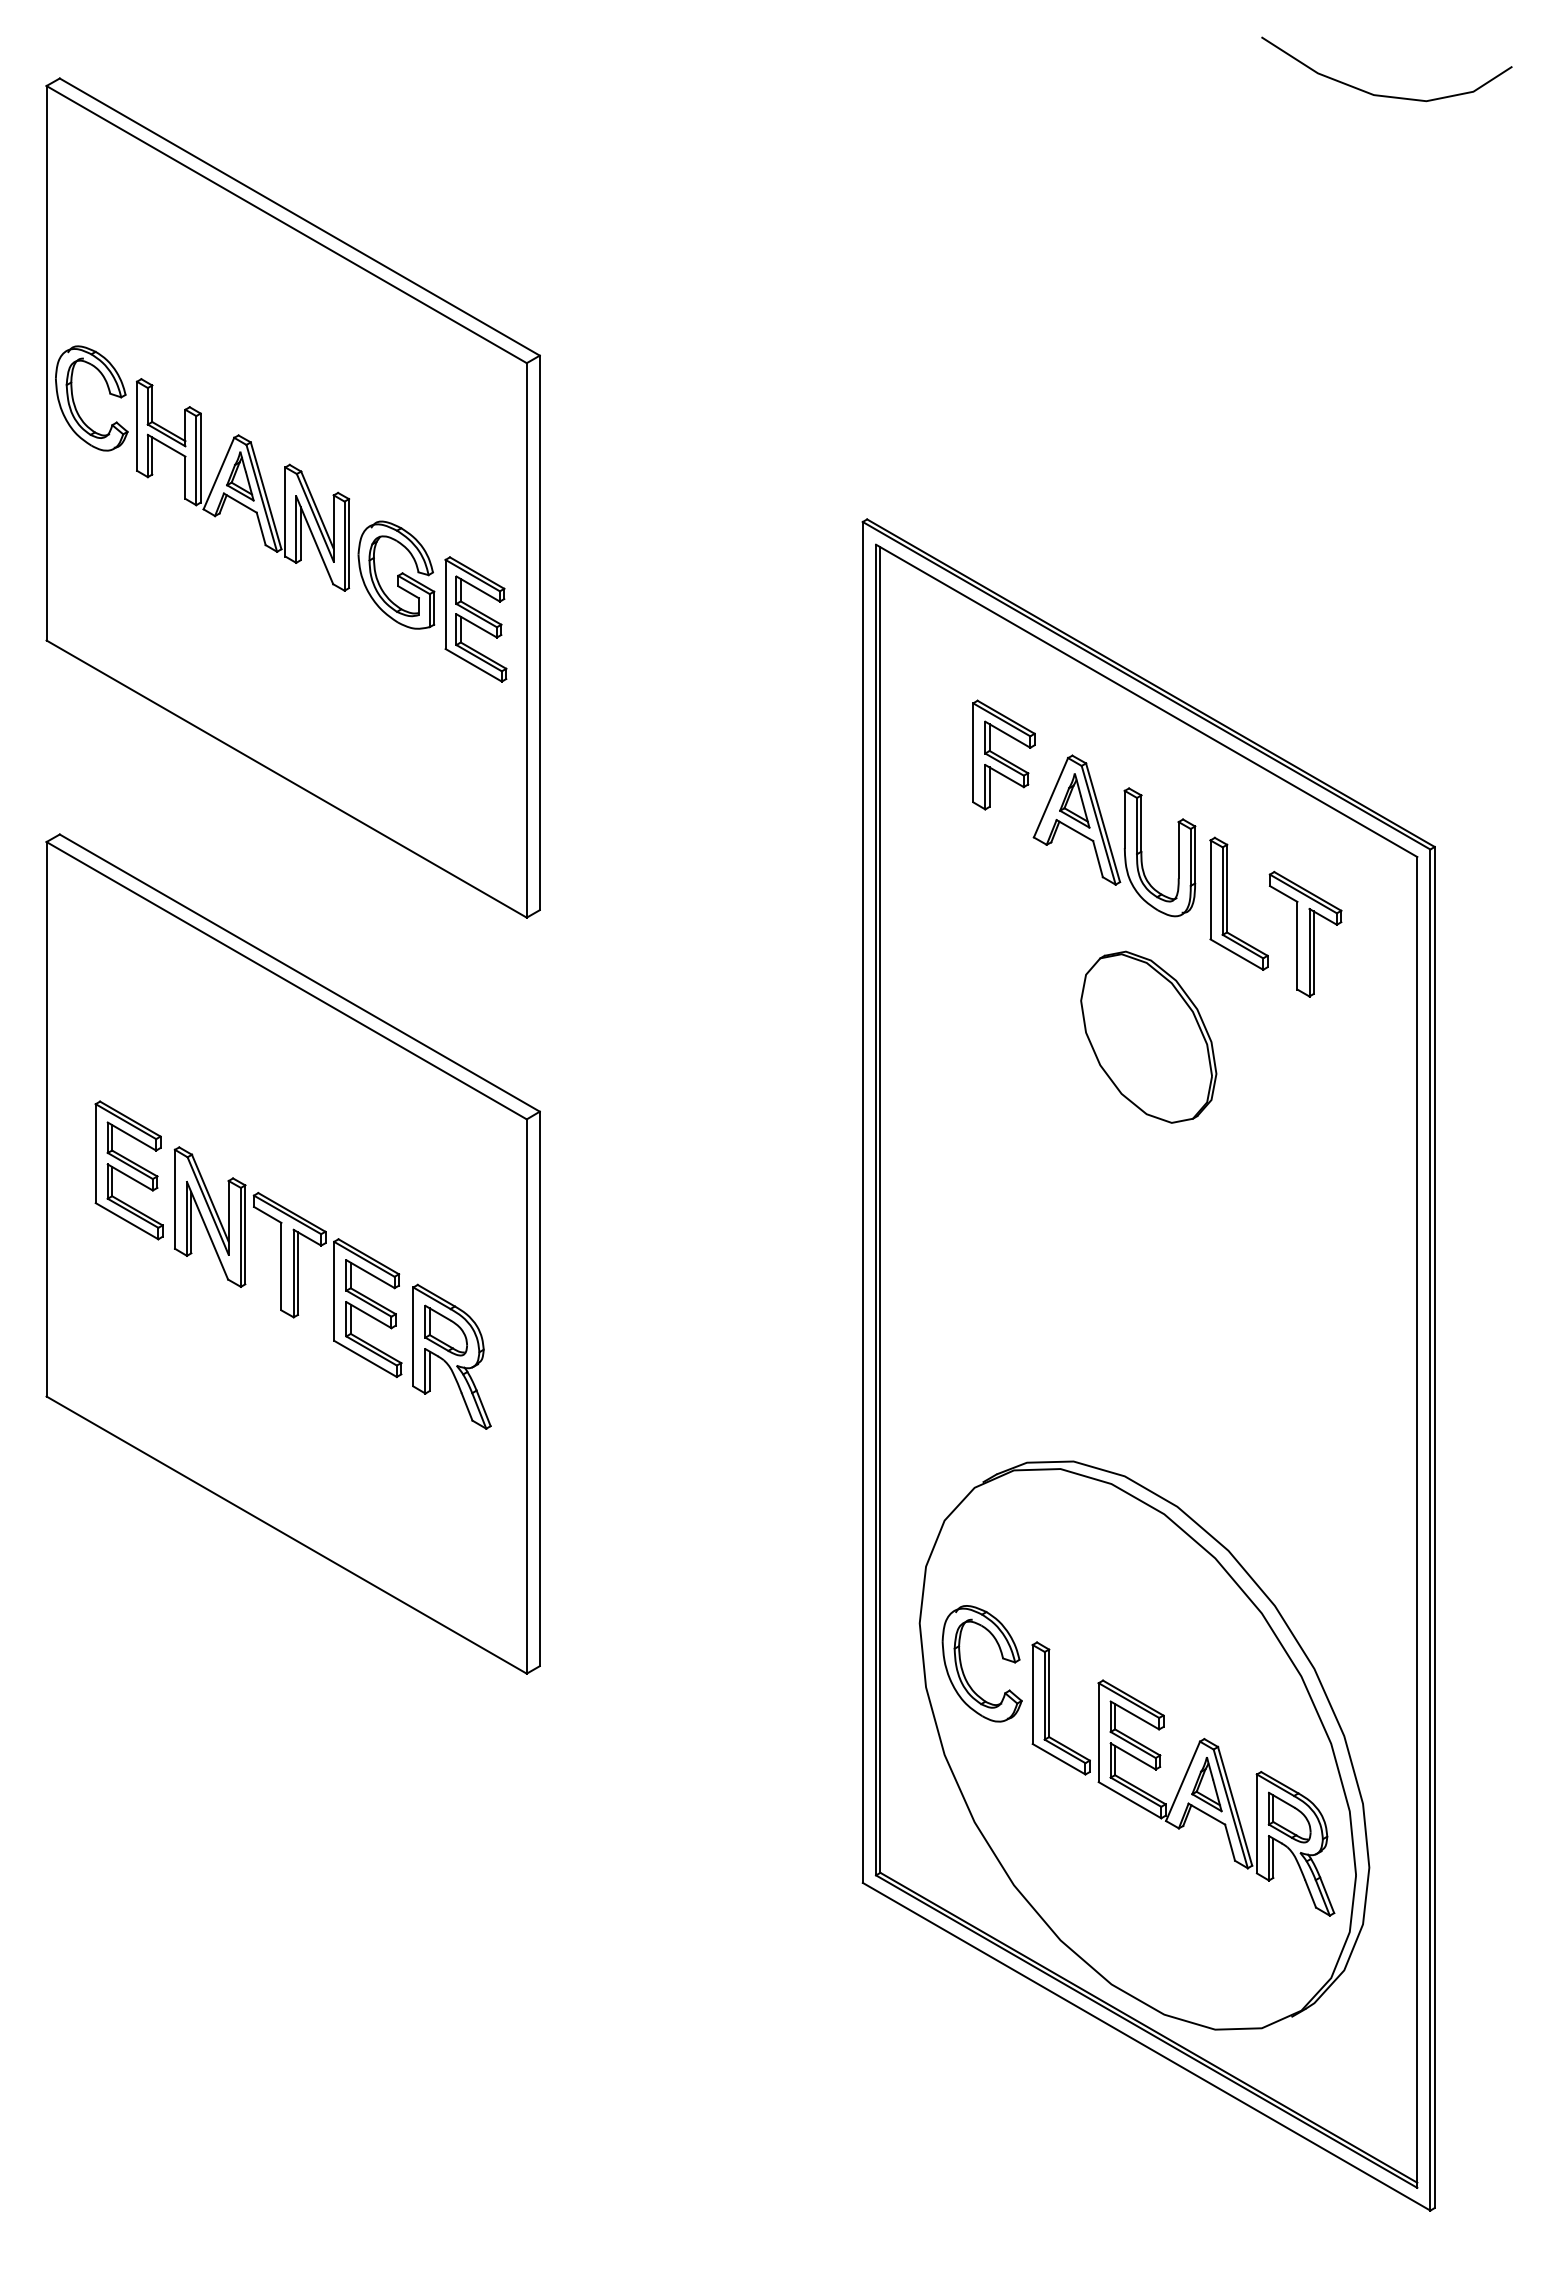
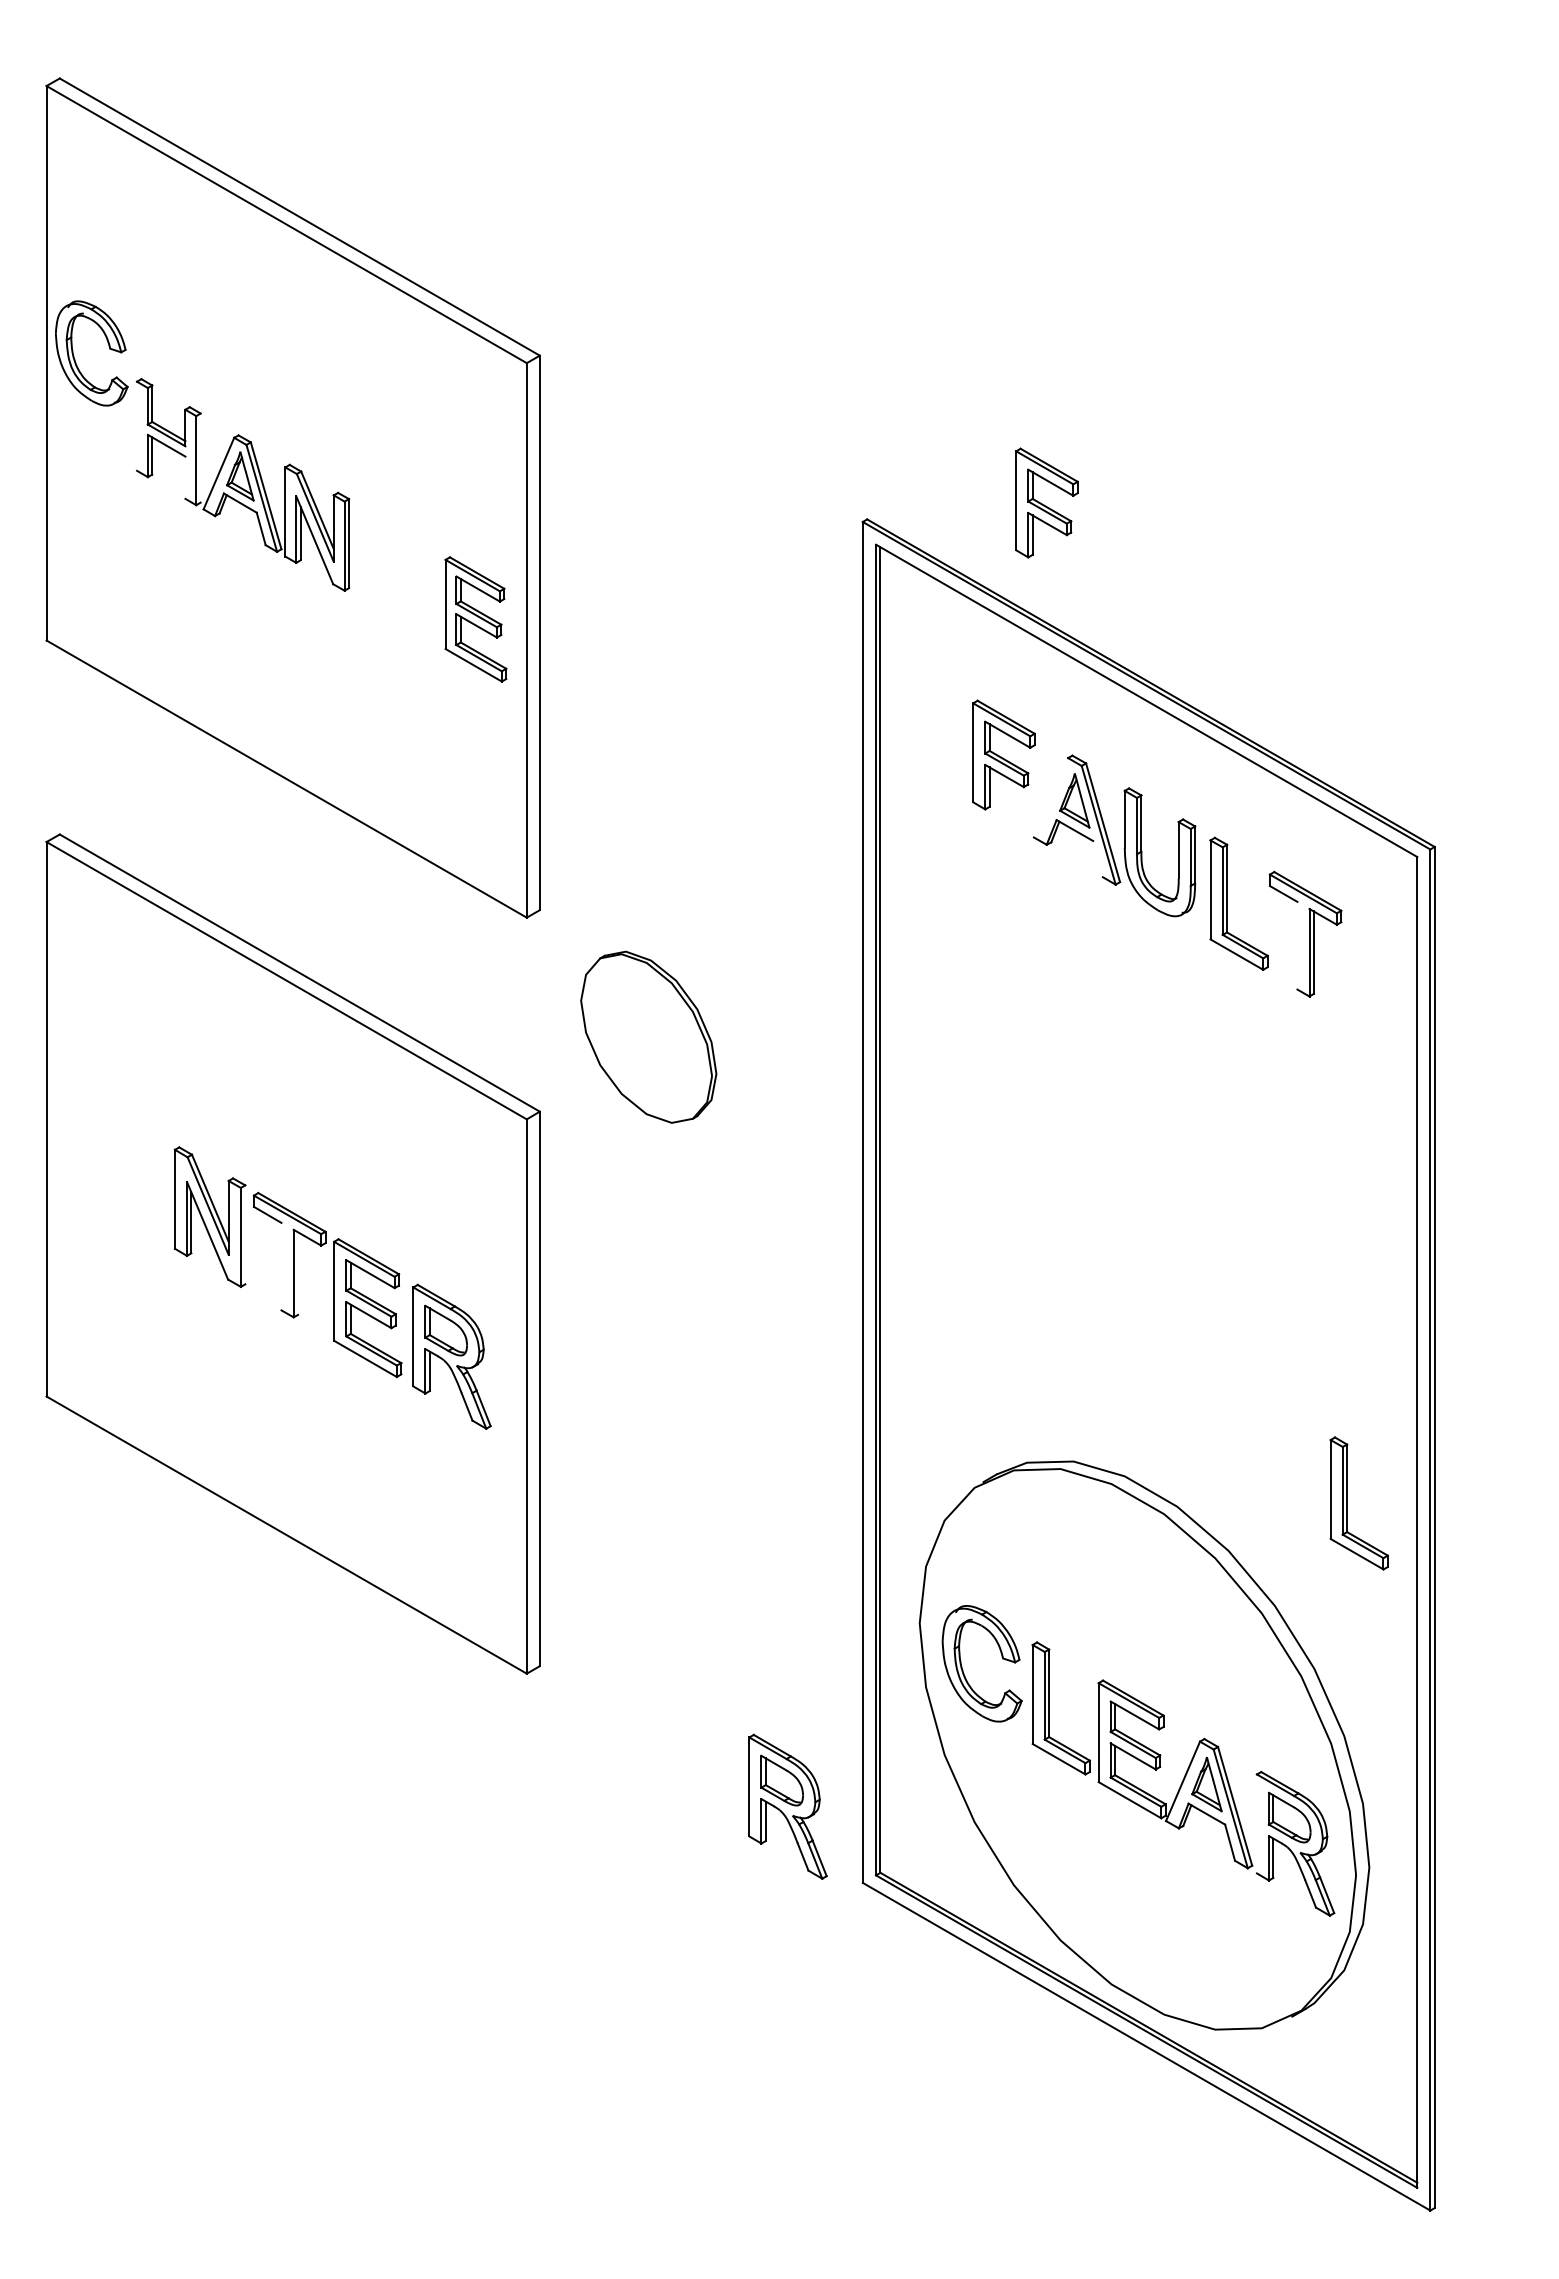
curve at (1379, 94): present -> none
part at (75, 404) position: (75, 404) -> (75, 359)
line at (137, 425): present -> none
line at (200, 457): present -> none
line at (185, 477): present -> none
part at (1046, 502): none -> present
part at (396, 574): present -> none
line at (1050, 797): present -> none
line at (1097, 859): present -> none
line at (1297, 945): present -> none
part at (1148, 1036) position: (1148, 1036) -> (648, 1036)
part at (128, 1170): present -> none
line at (245, 1234): present -> none
line at (281, 1266): present -> none
line at (298, 1273): present -> none
part at (1347, 1503): none -> present
part at (787, 1806): none -> present
line at (1256, 1823): present -> none
